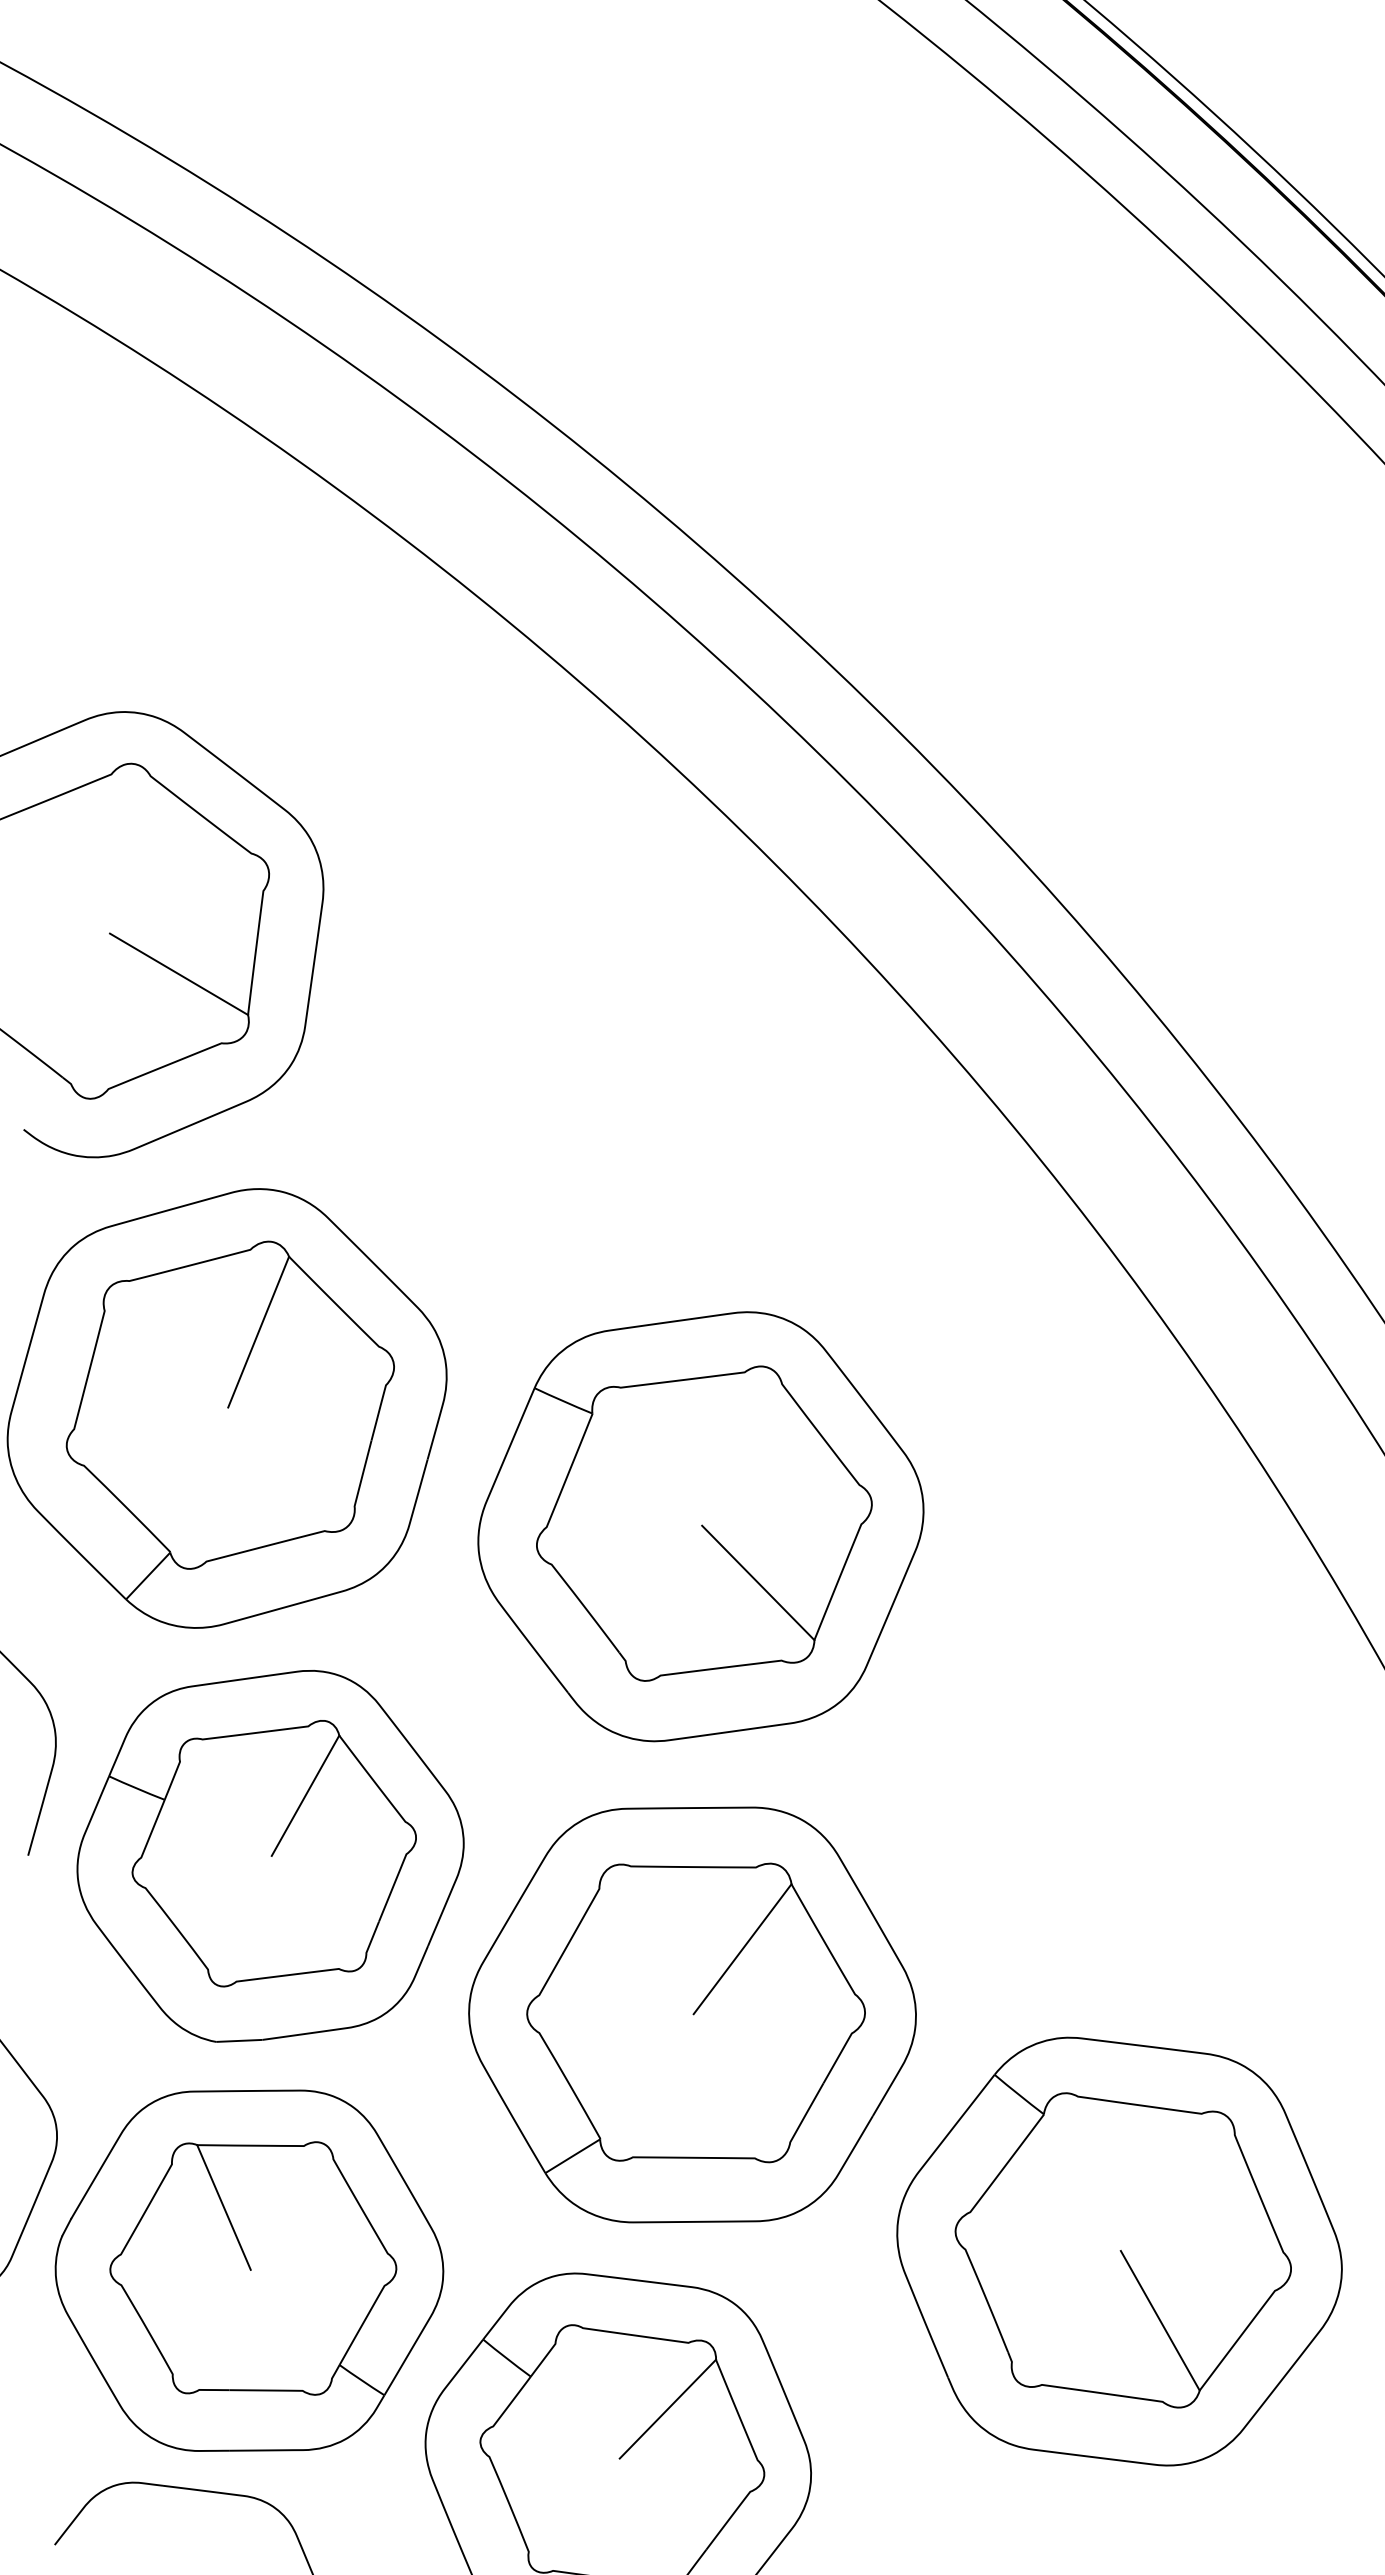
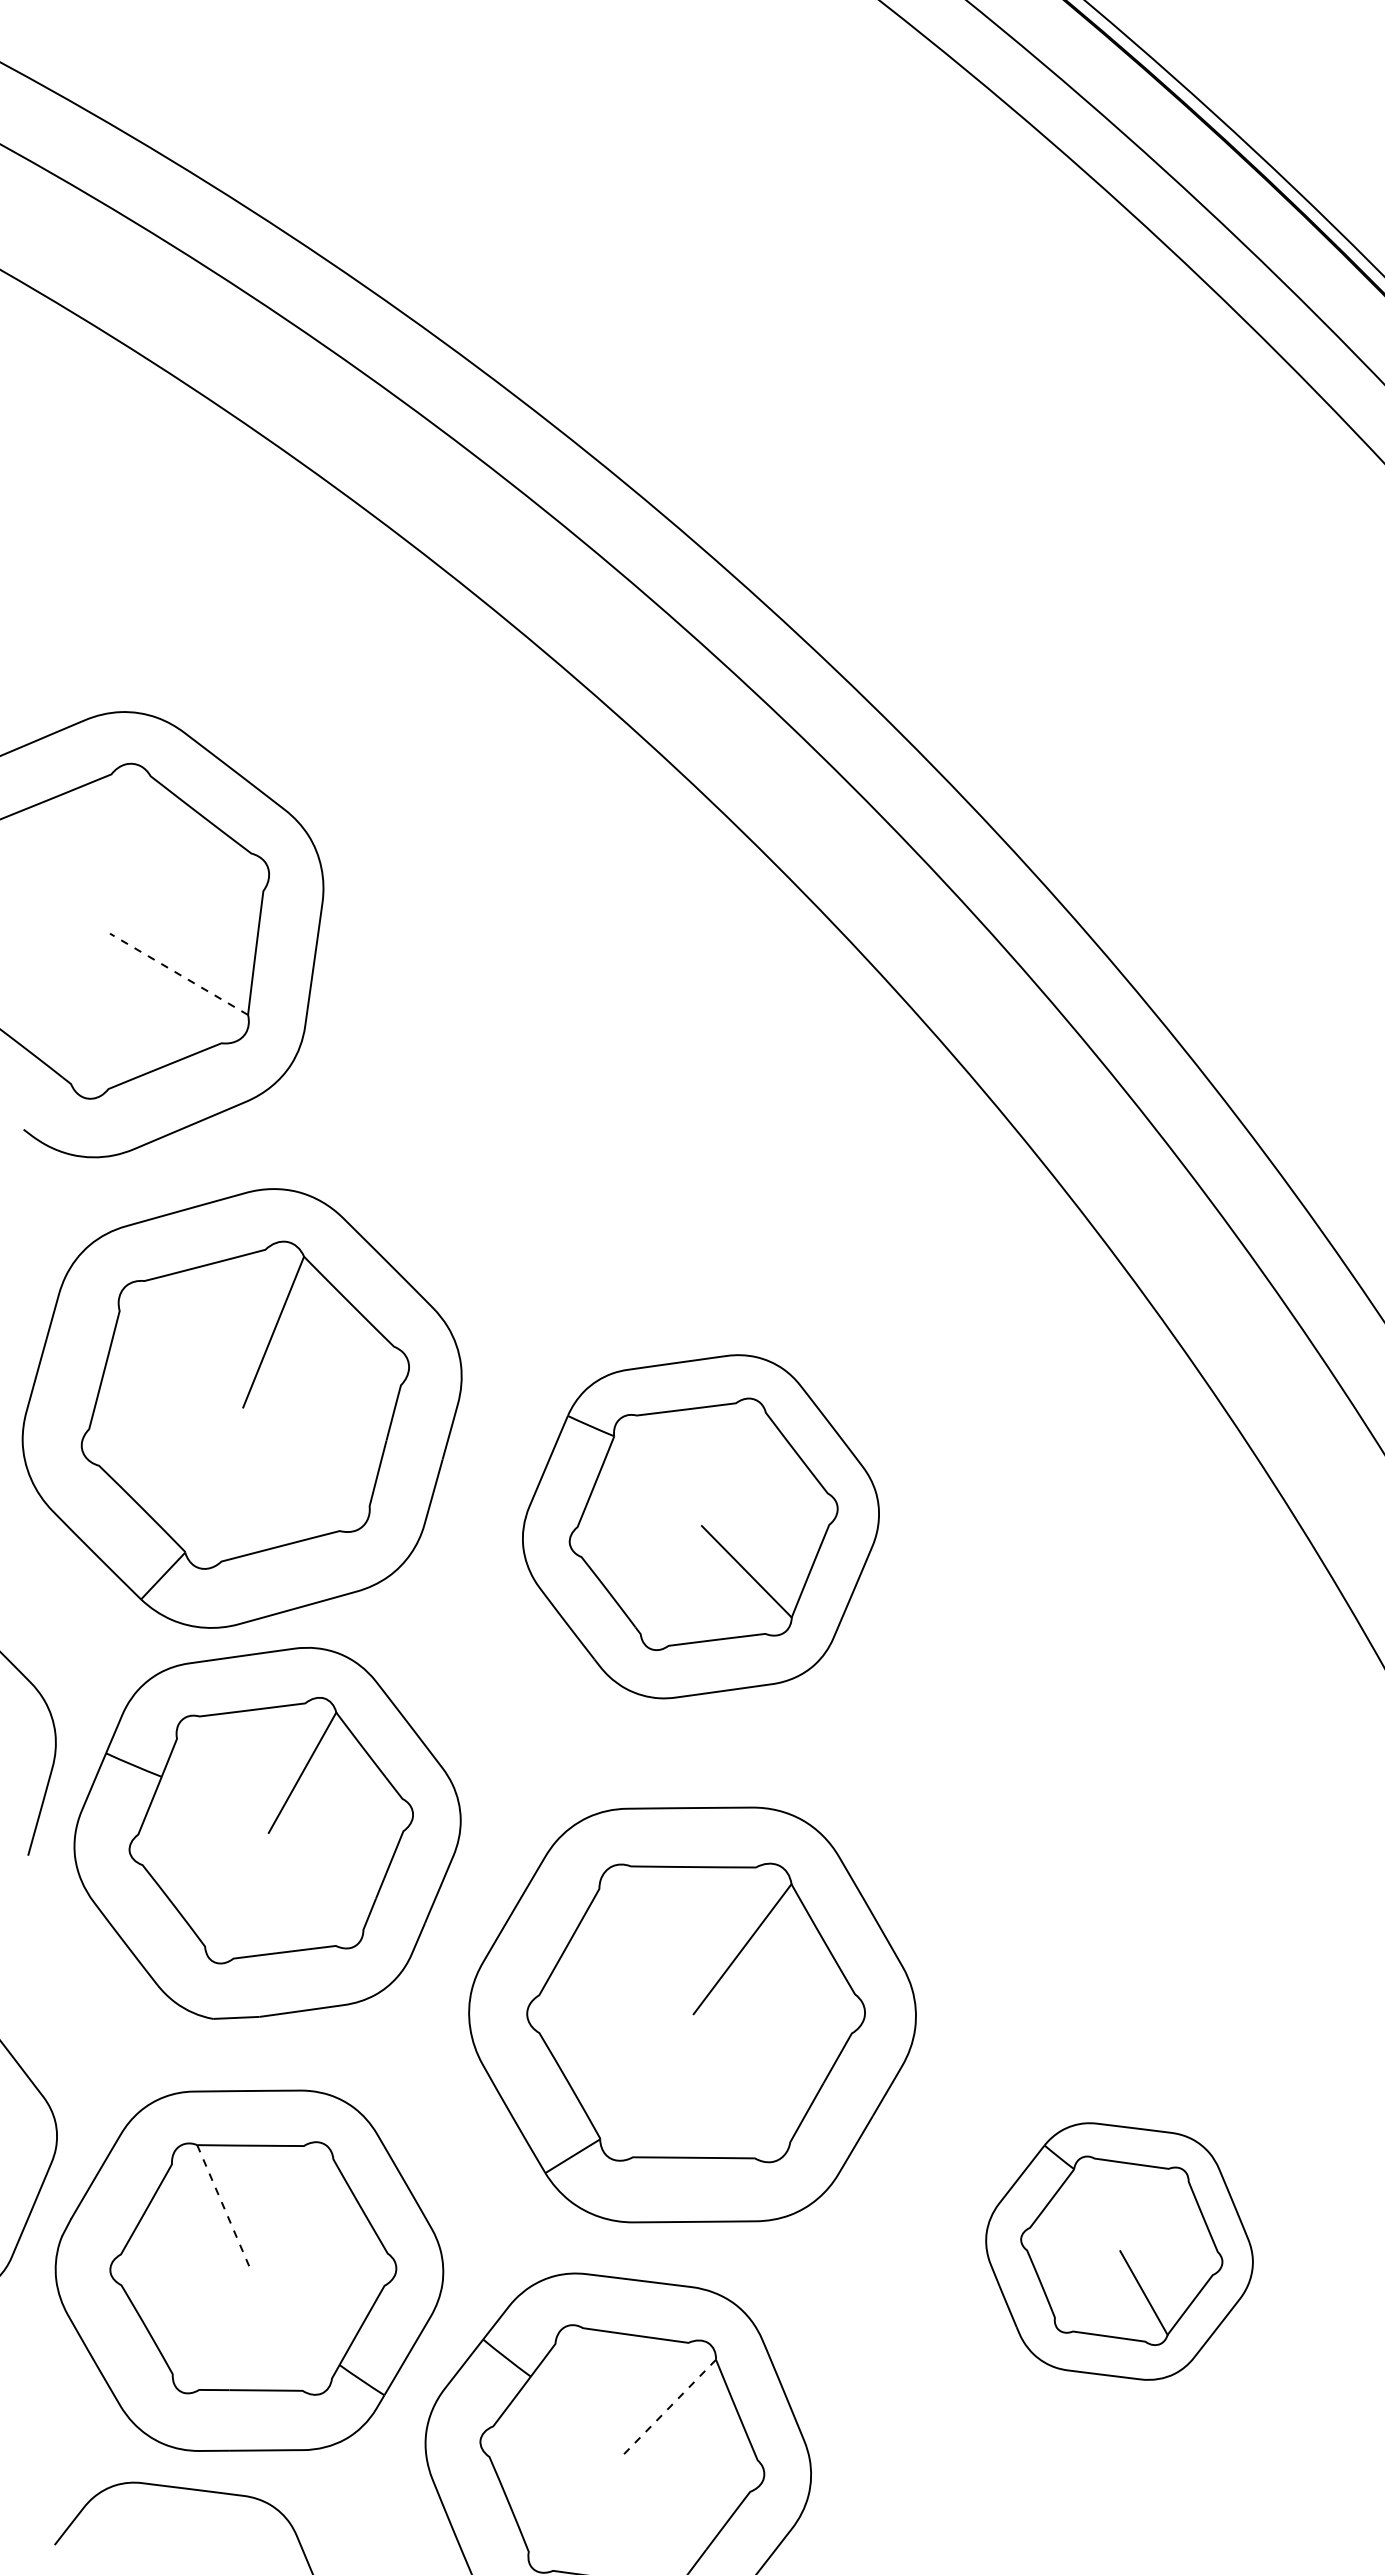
line at (178, 974): solid -> dashed
part at (226, 1408) position: (226, 1408) -> (241, 1408)
part at (700, 1526) size: 448x432 px -> 358x346 px
part at (270, 1856) position: (270, 1856) -> (267, 1833)
line at (224, 2207): solid -> dashed
part at (1119, 2251) size: 447x431 px -> 269x259 px
line at (667, 2409): solid -> dashed
